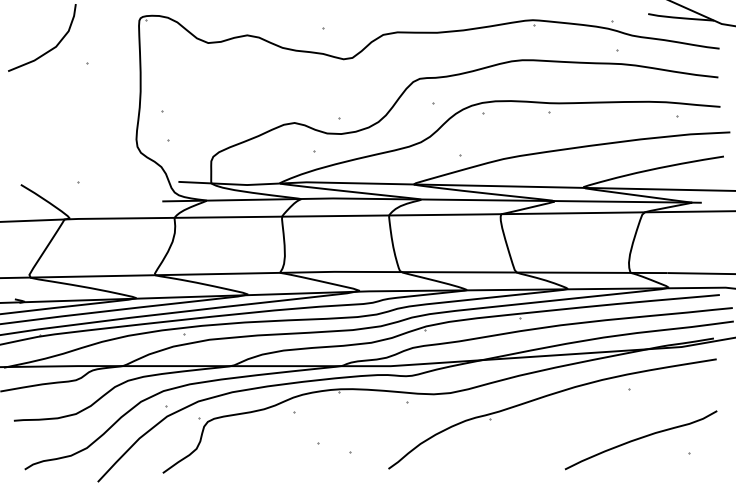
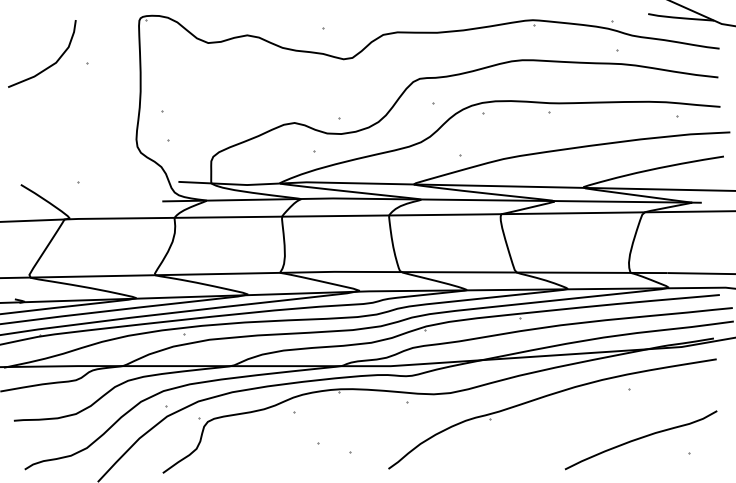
curve at (49, 49) position: (49, 49) -> (49, 65)
